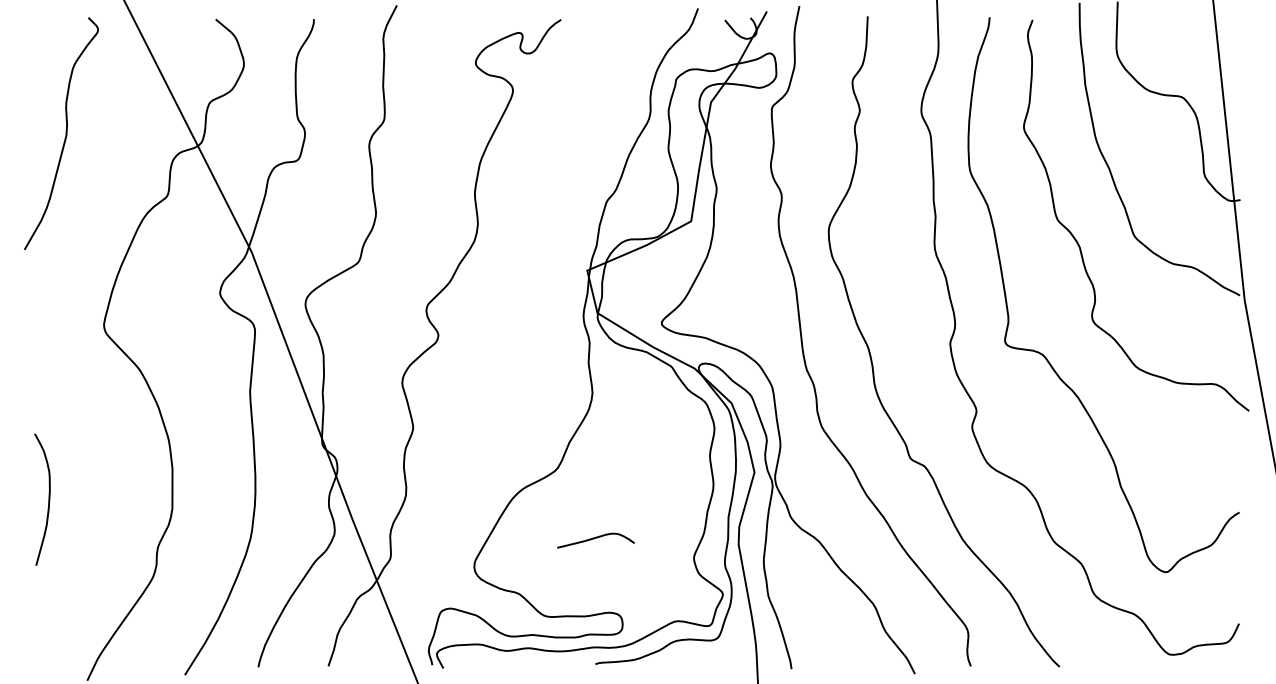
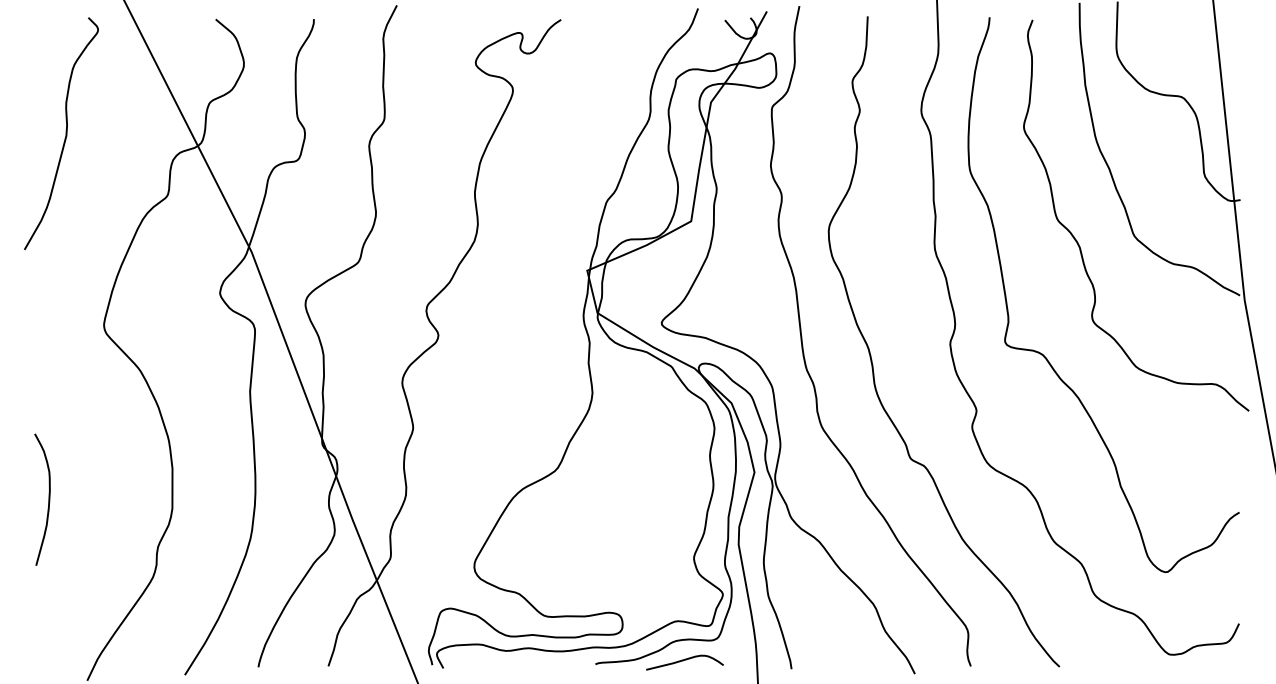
curve at (594, 539) position: (594, 539) -> (683, 661)
